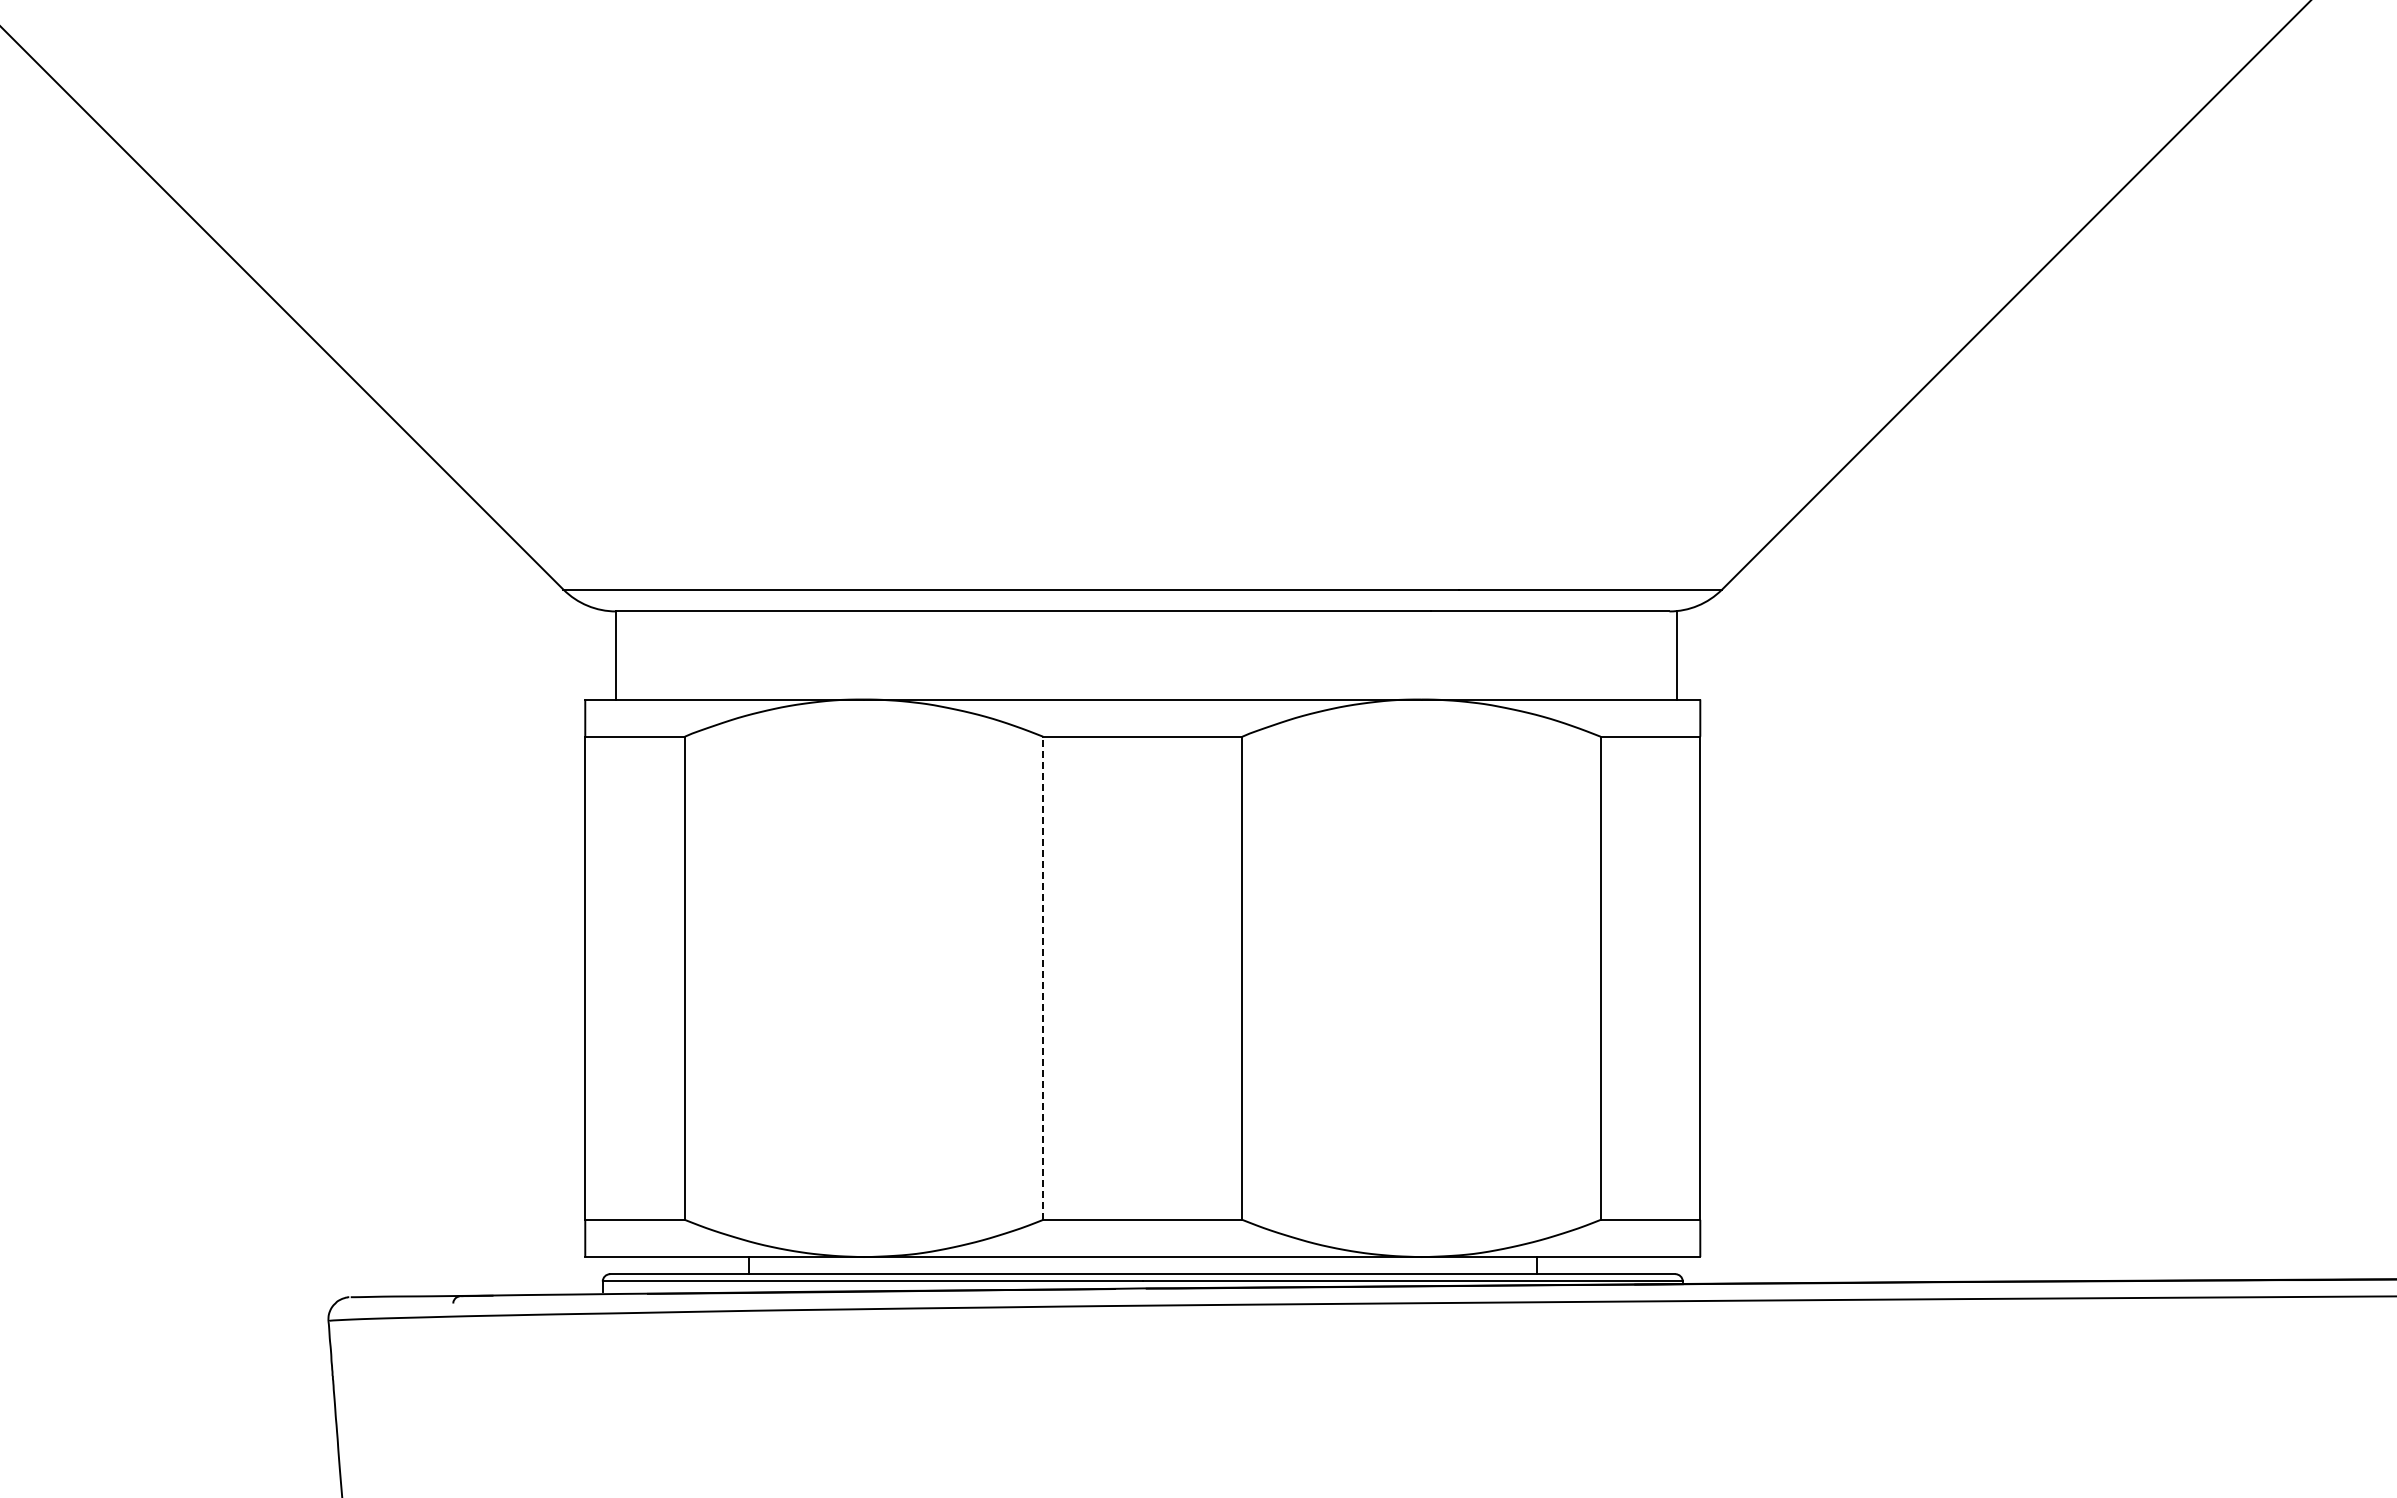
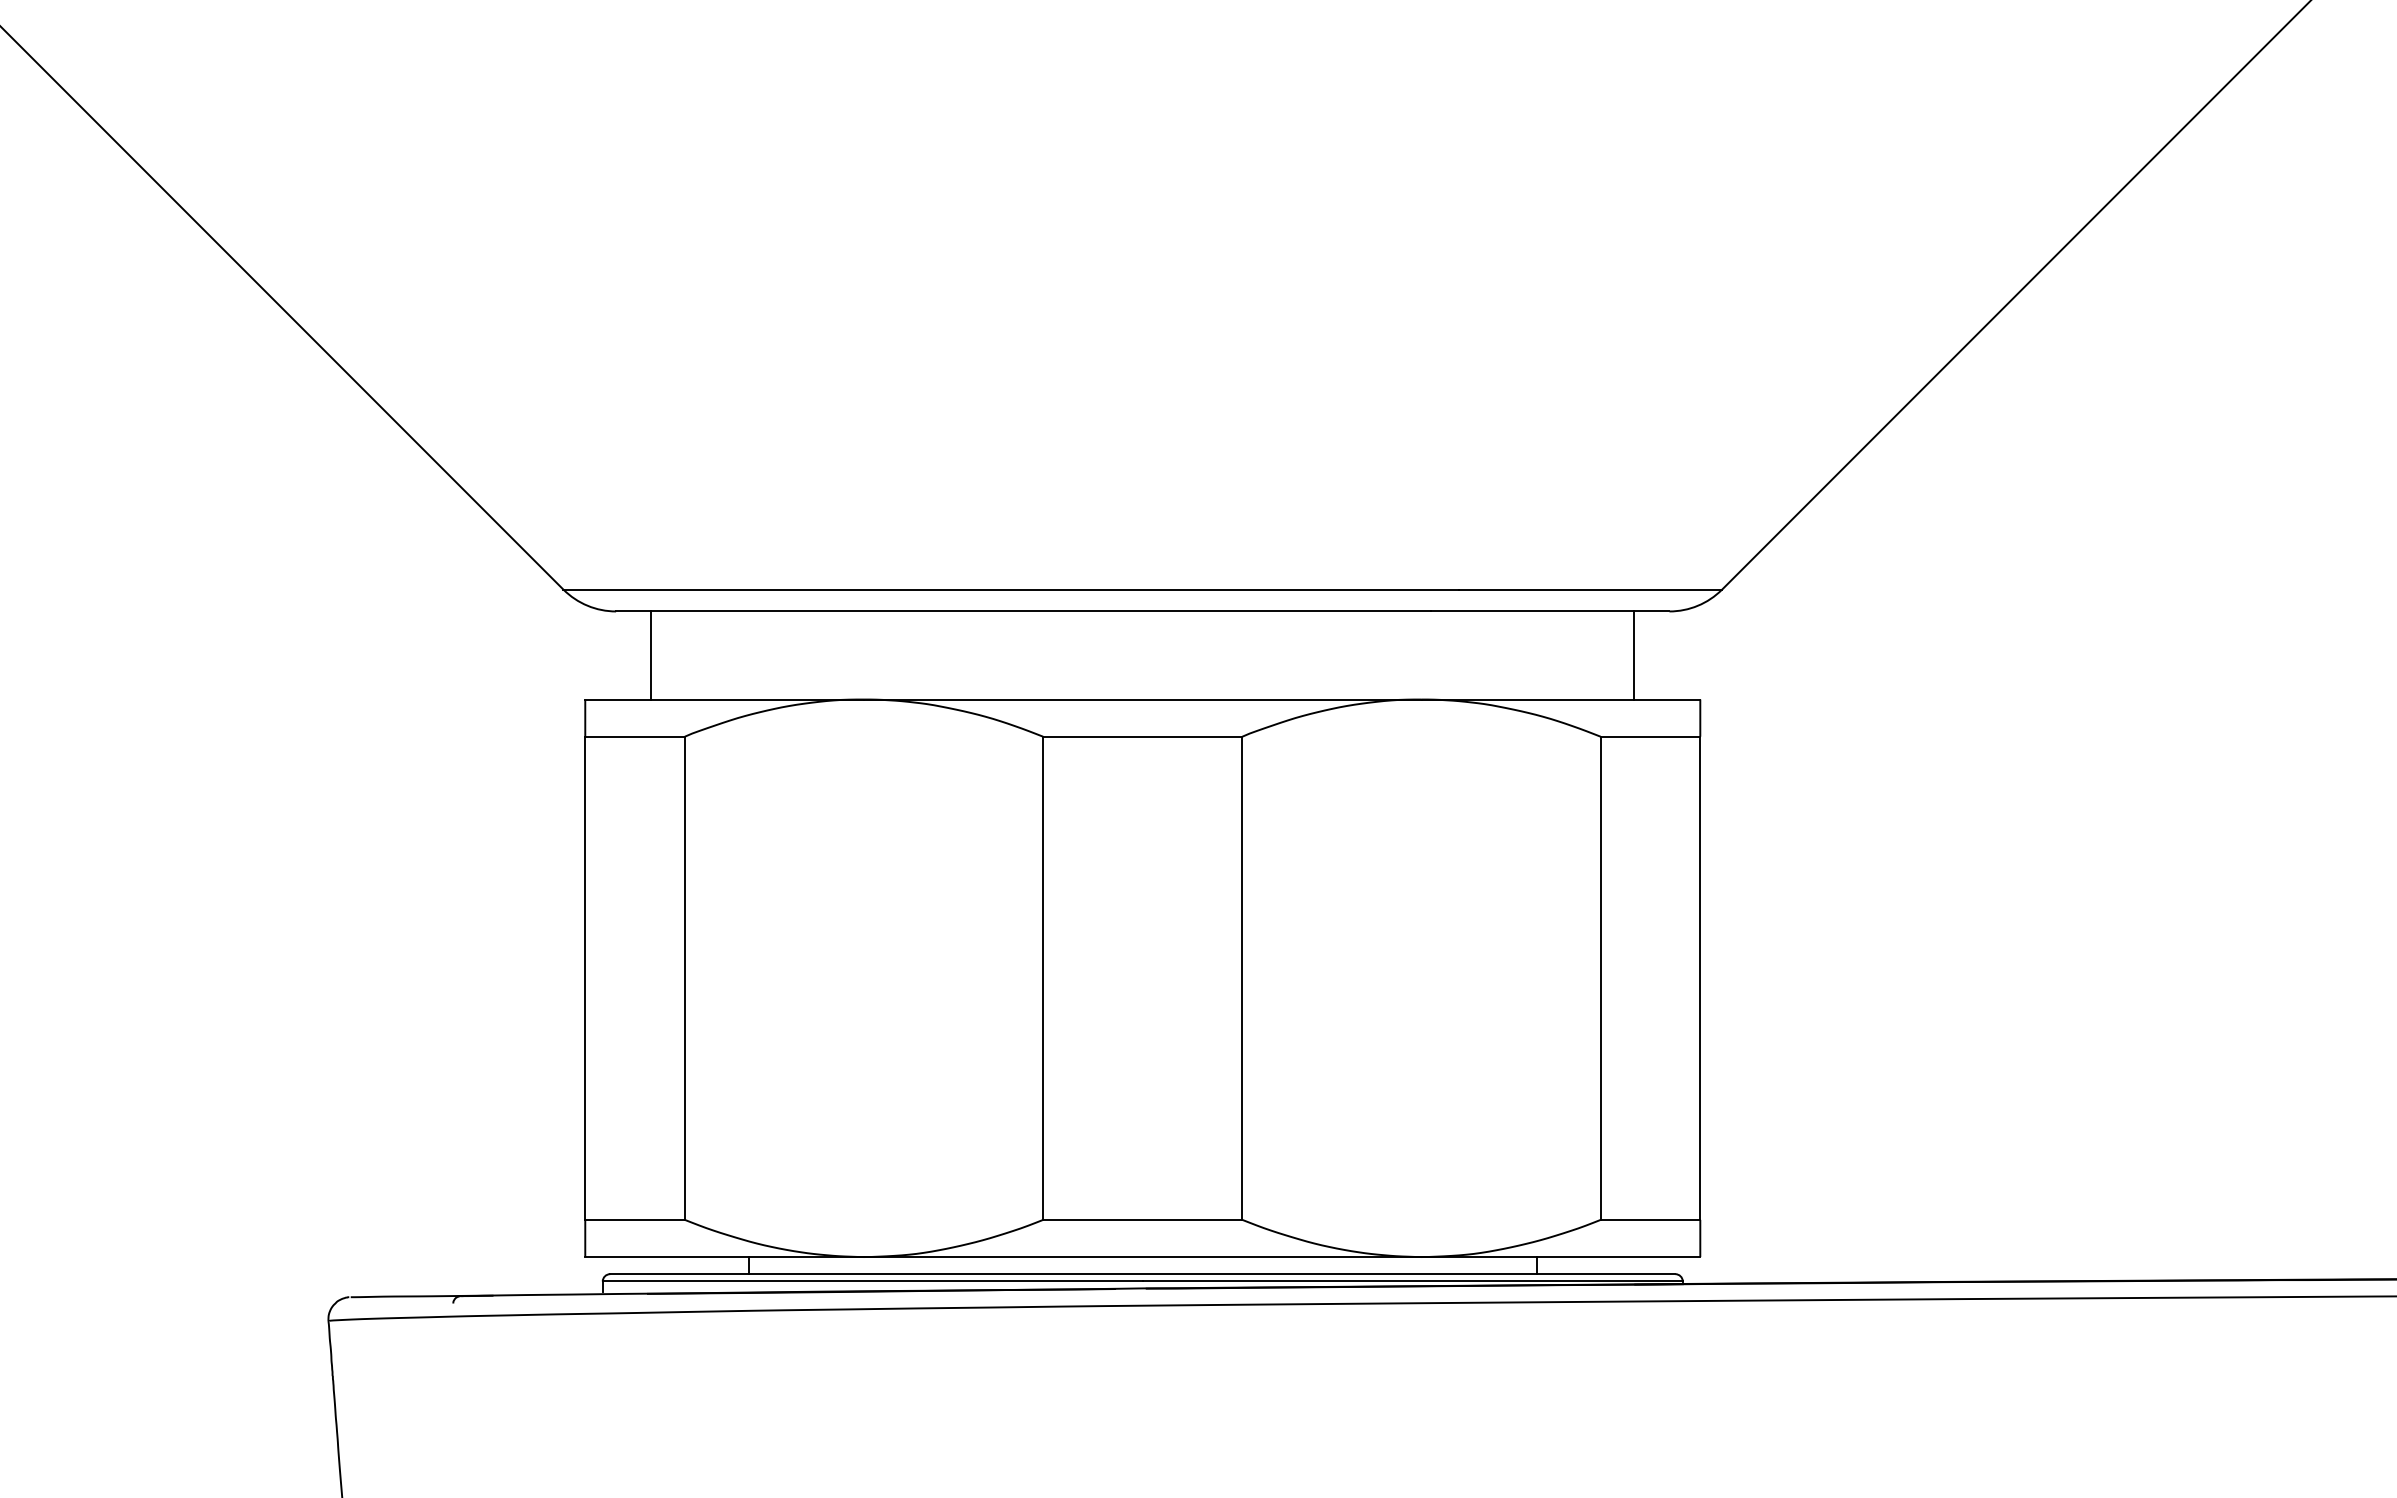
line at (616, 655) position: (616, 655) -> (651, 655)
line at (1677, 655) position: (1677, 655) -> (1634, 655)
line at (1043, 978): dashed -> solid
